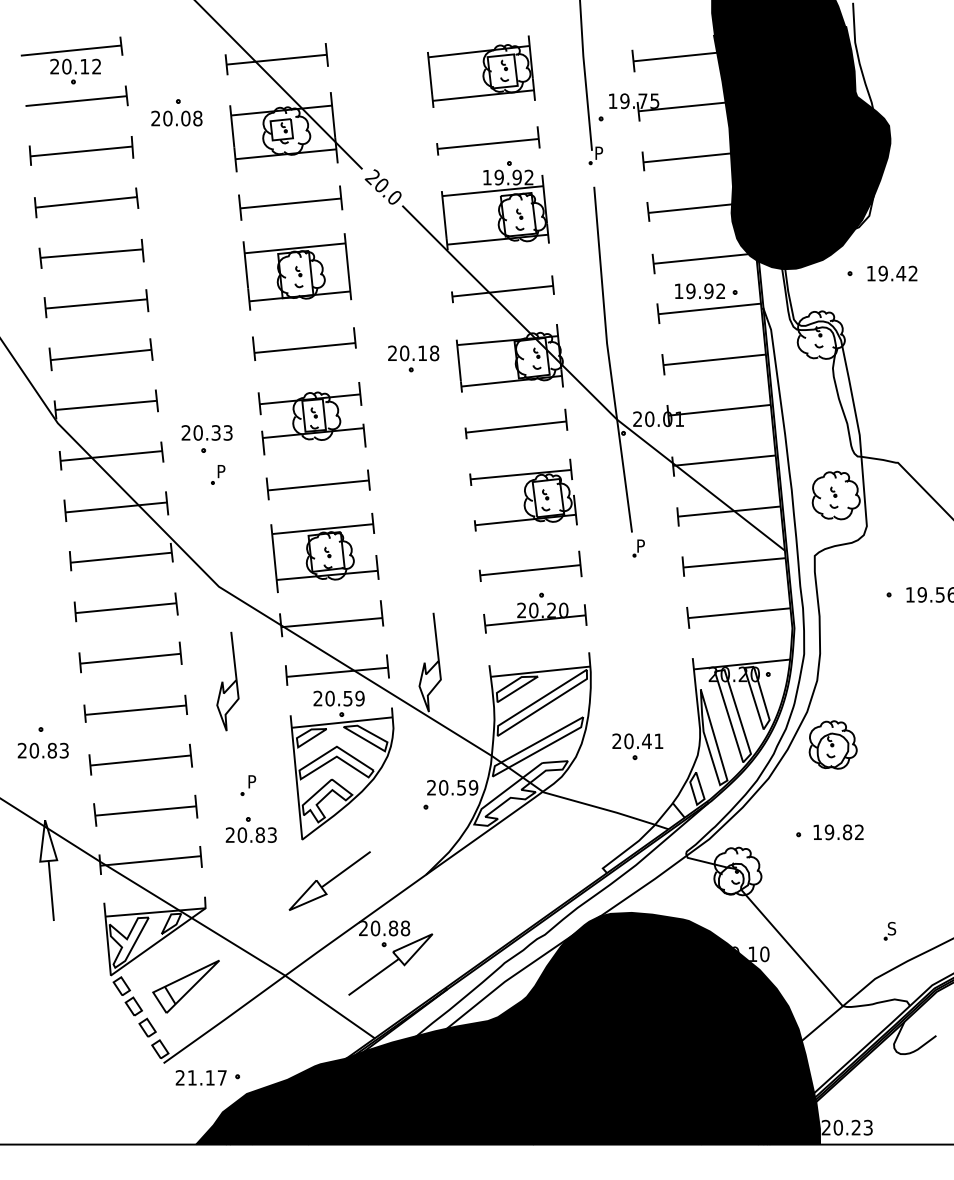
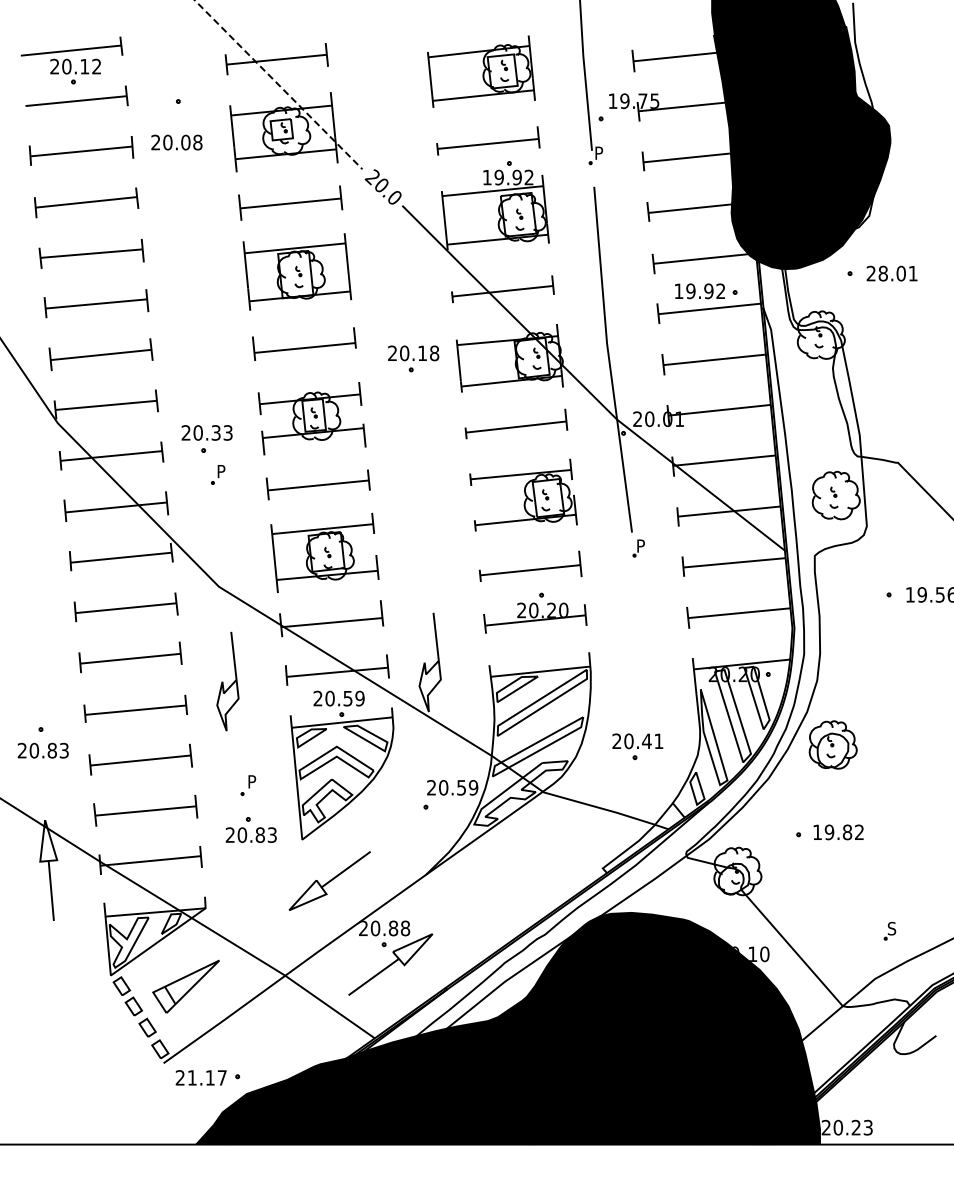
line at (278, 84): solid -> dashed
text at (176, 118) position: (176, 118) -> (176, 142)
text at (891, 273): 19.42 -> 28.01
